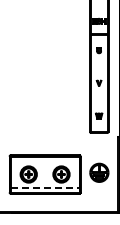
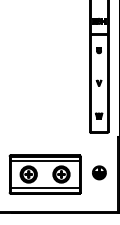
line at (44, 160): none -> present
part at (99, 172) size: 21x21 px -> 15x16 px
line at (45, 188): dashed -> solid
